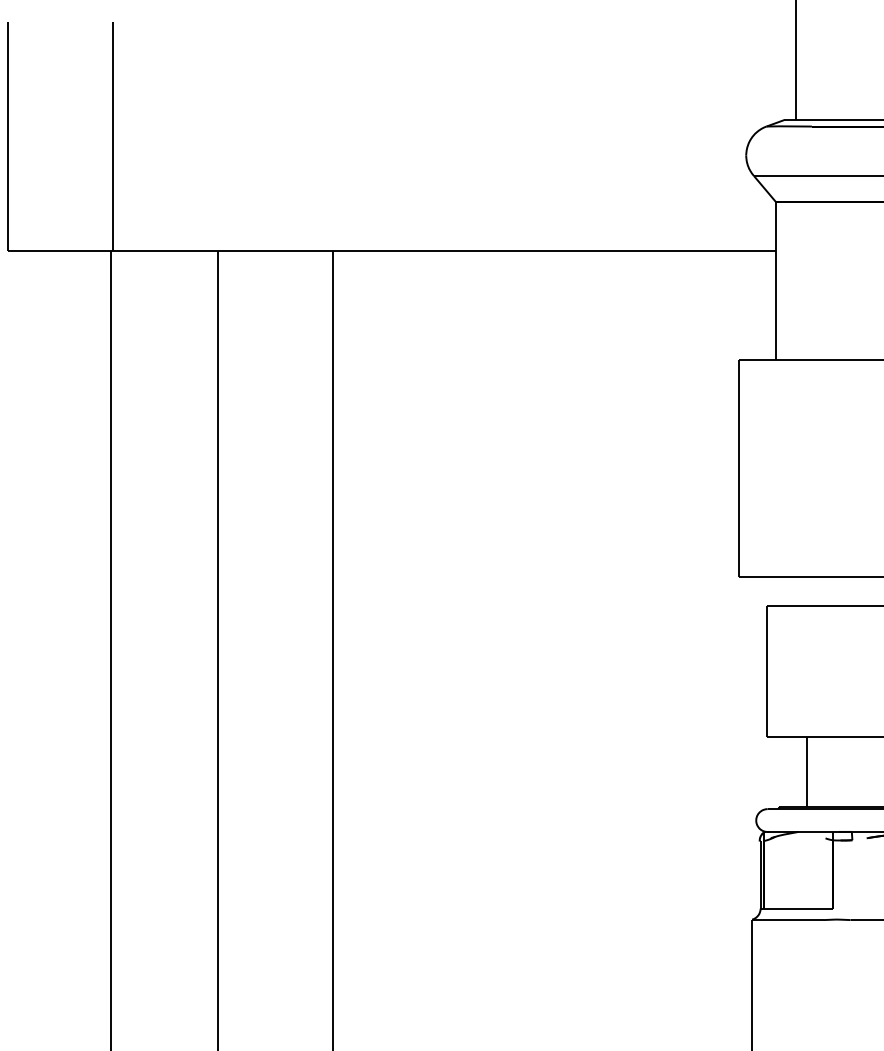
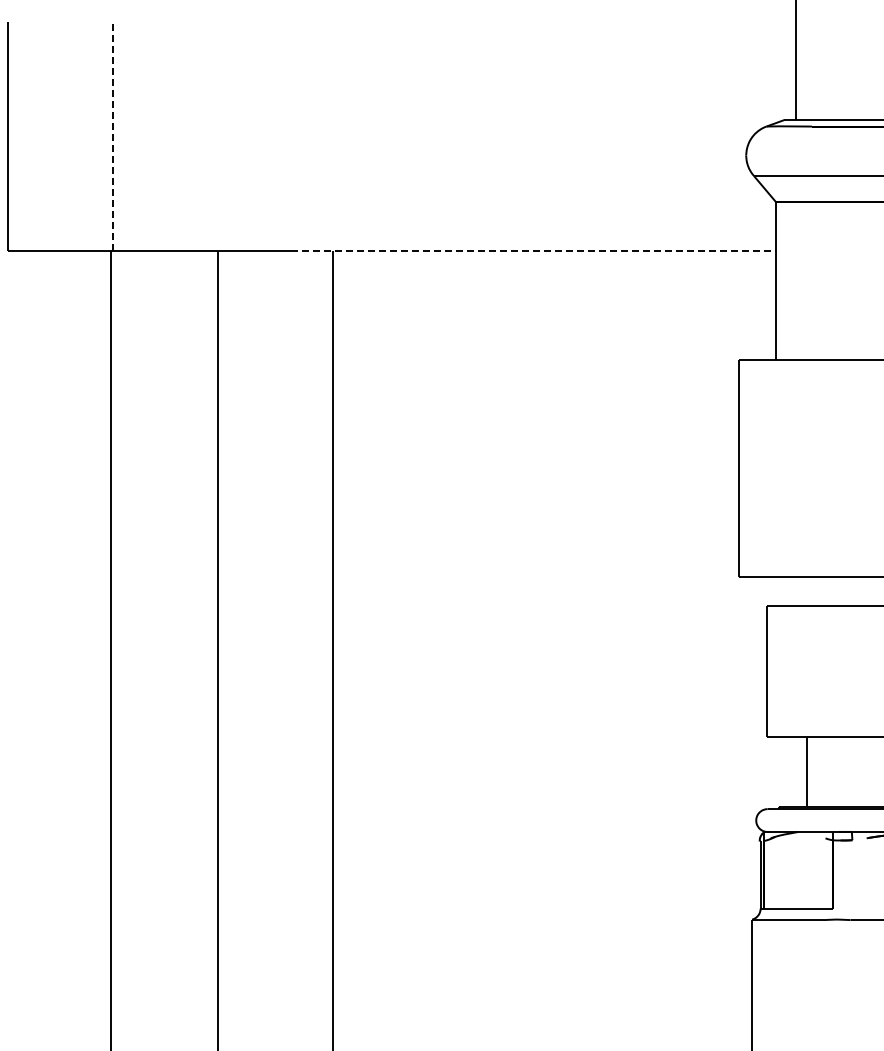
line at (113, 136): solid -> dashed
line at (533, 250): solid -> dashed
